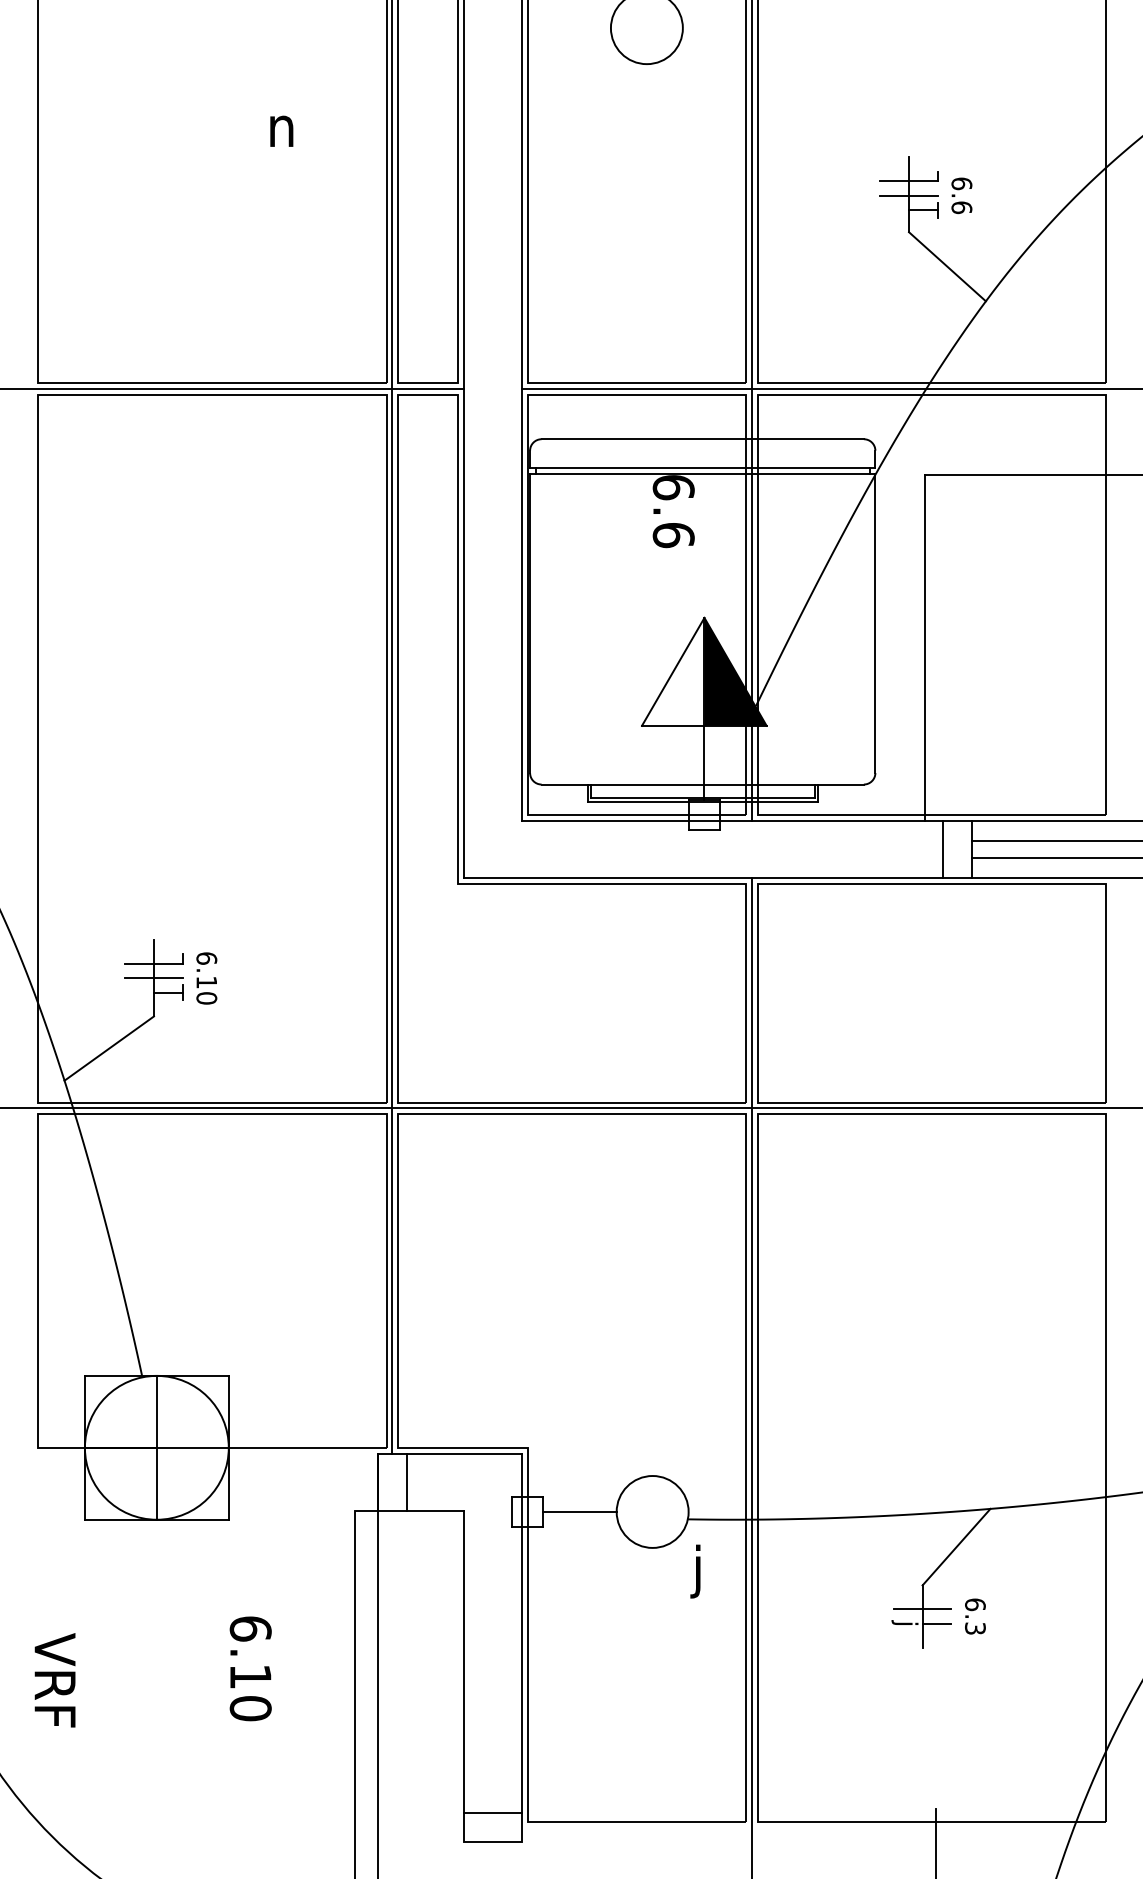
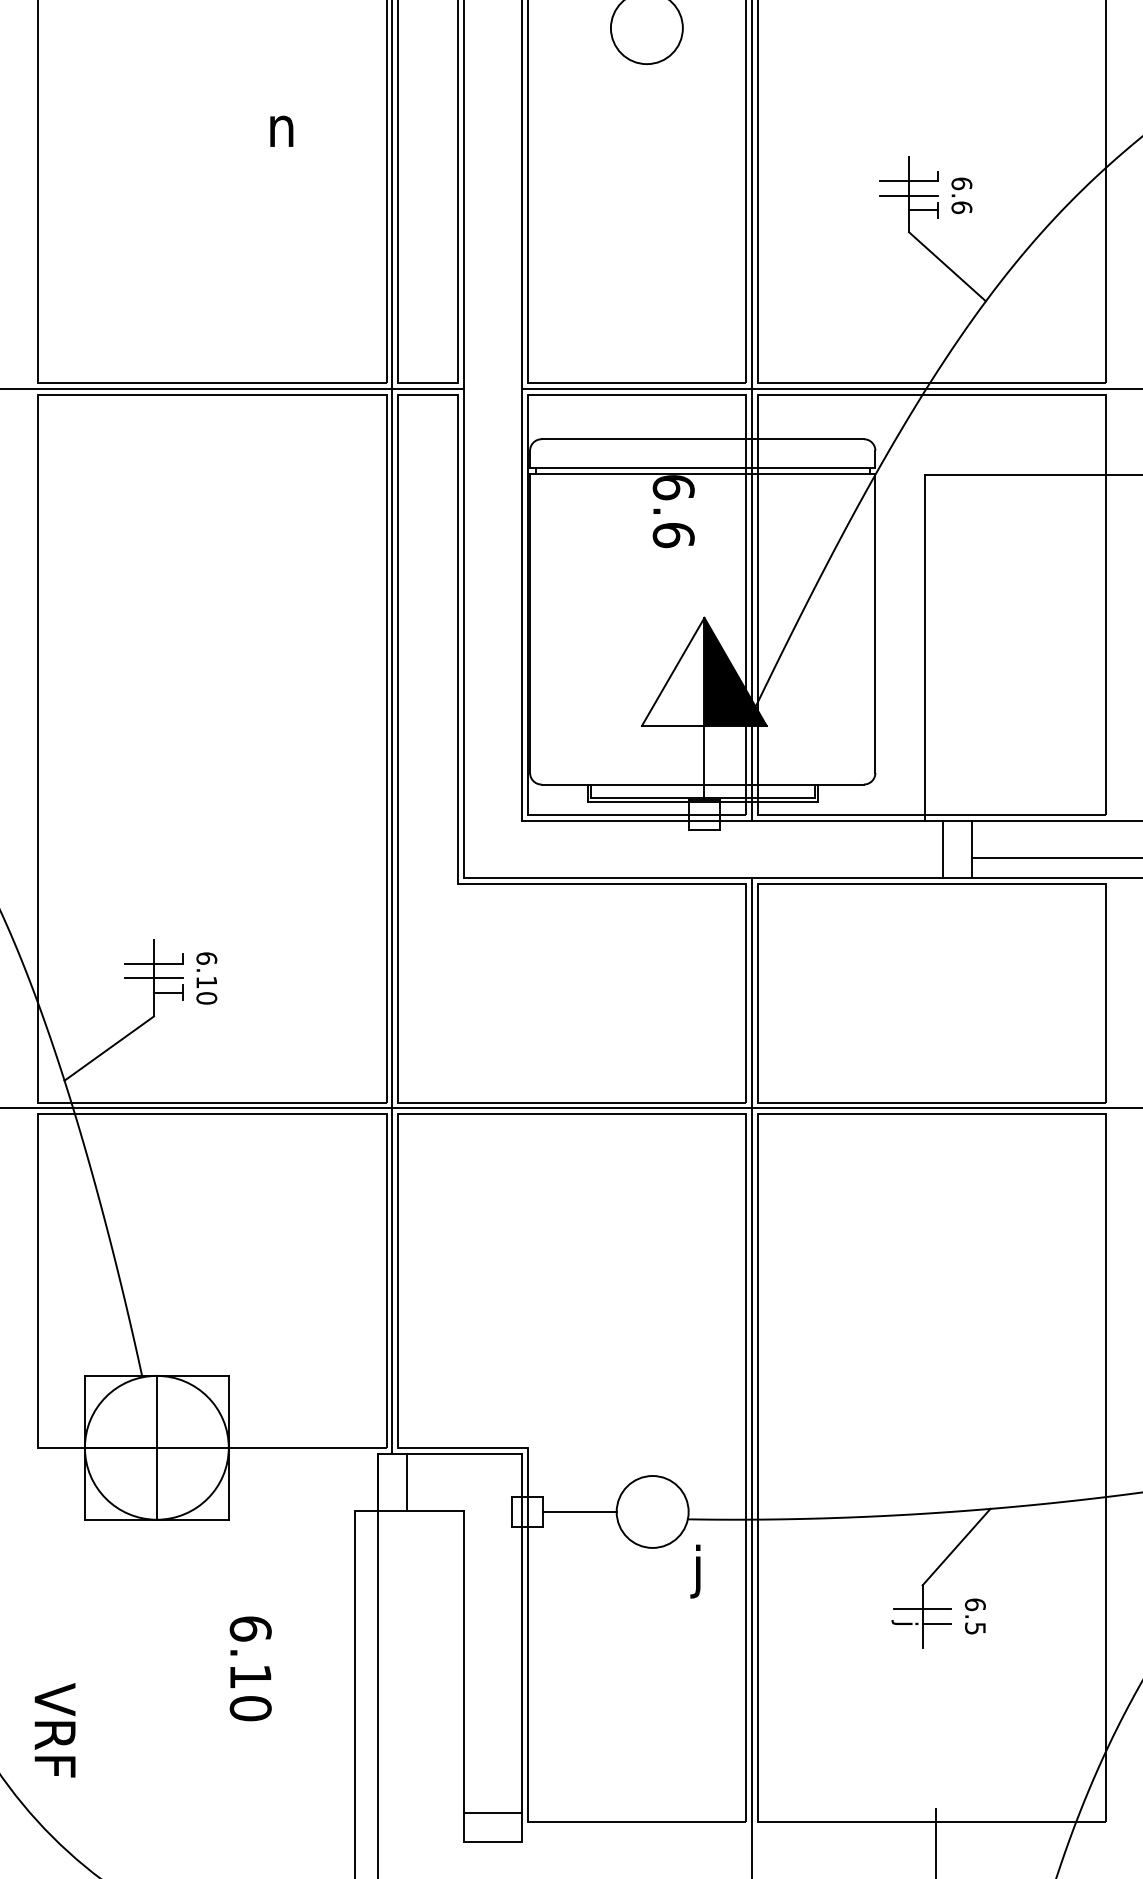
line at (1055, 840): present -> none
text at (975, 1628): 6.3 -> 6.5
text at (54, 1680) position: (54, 1680) -> (54, 1730)
